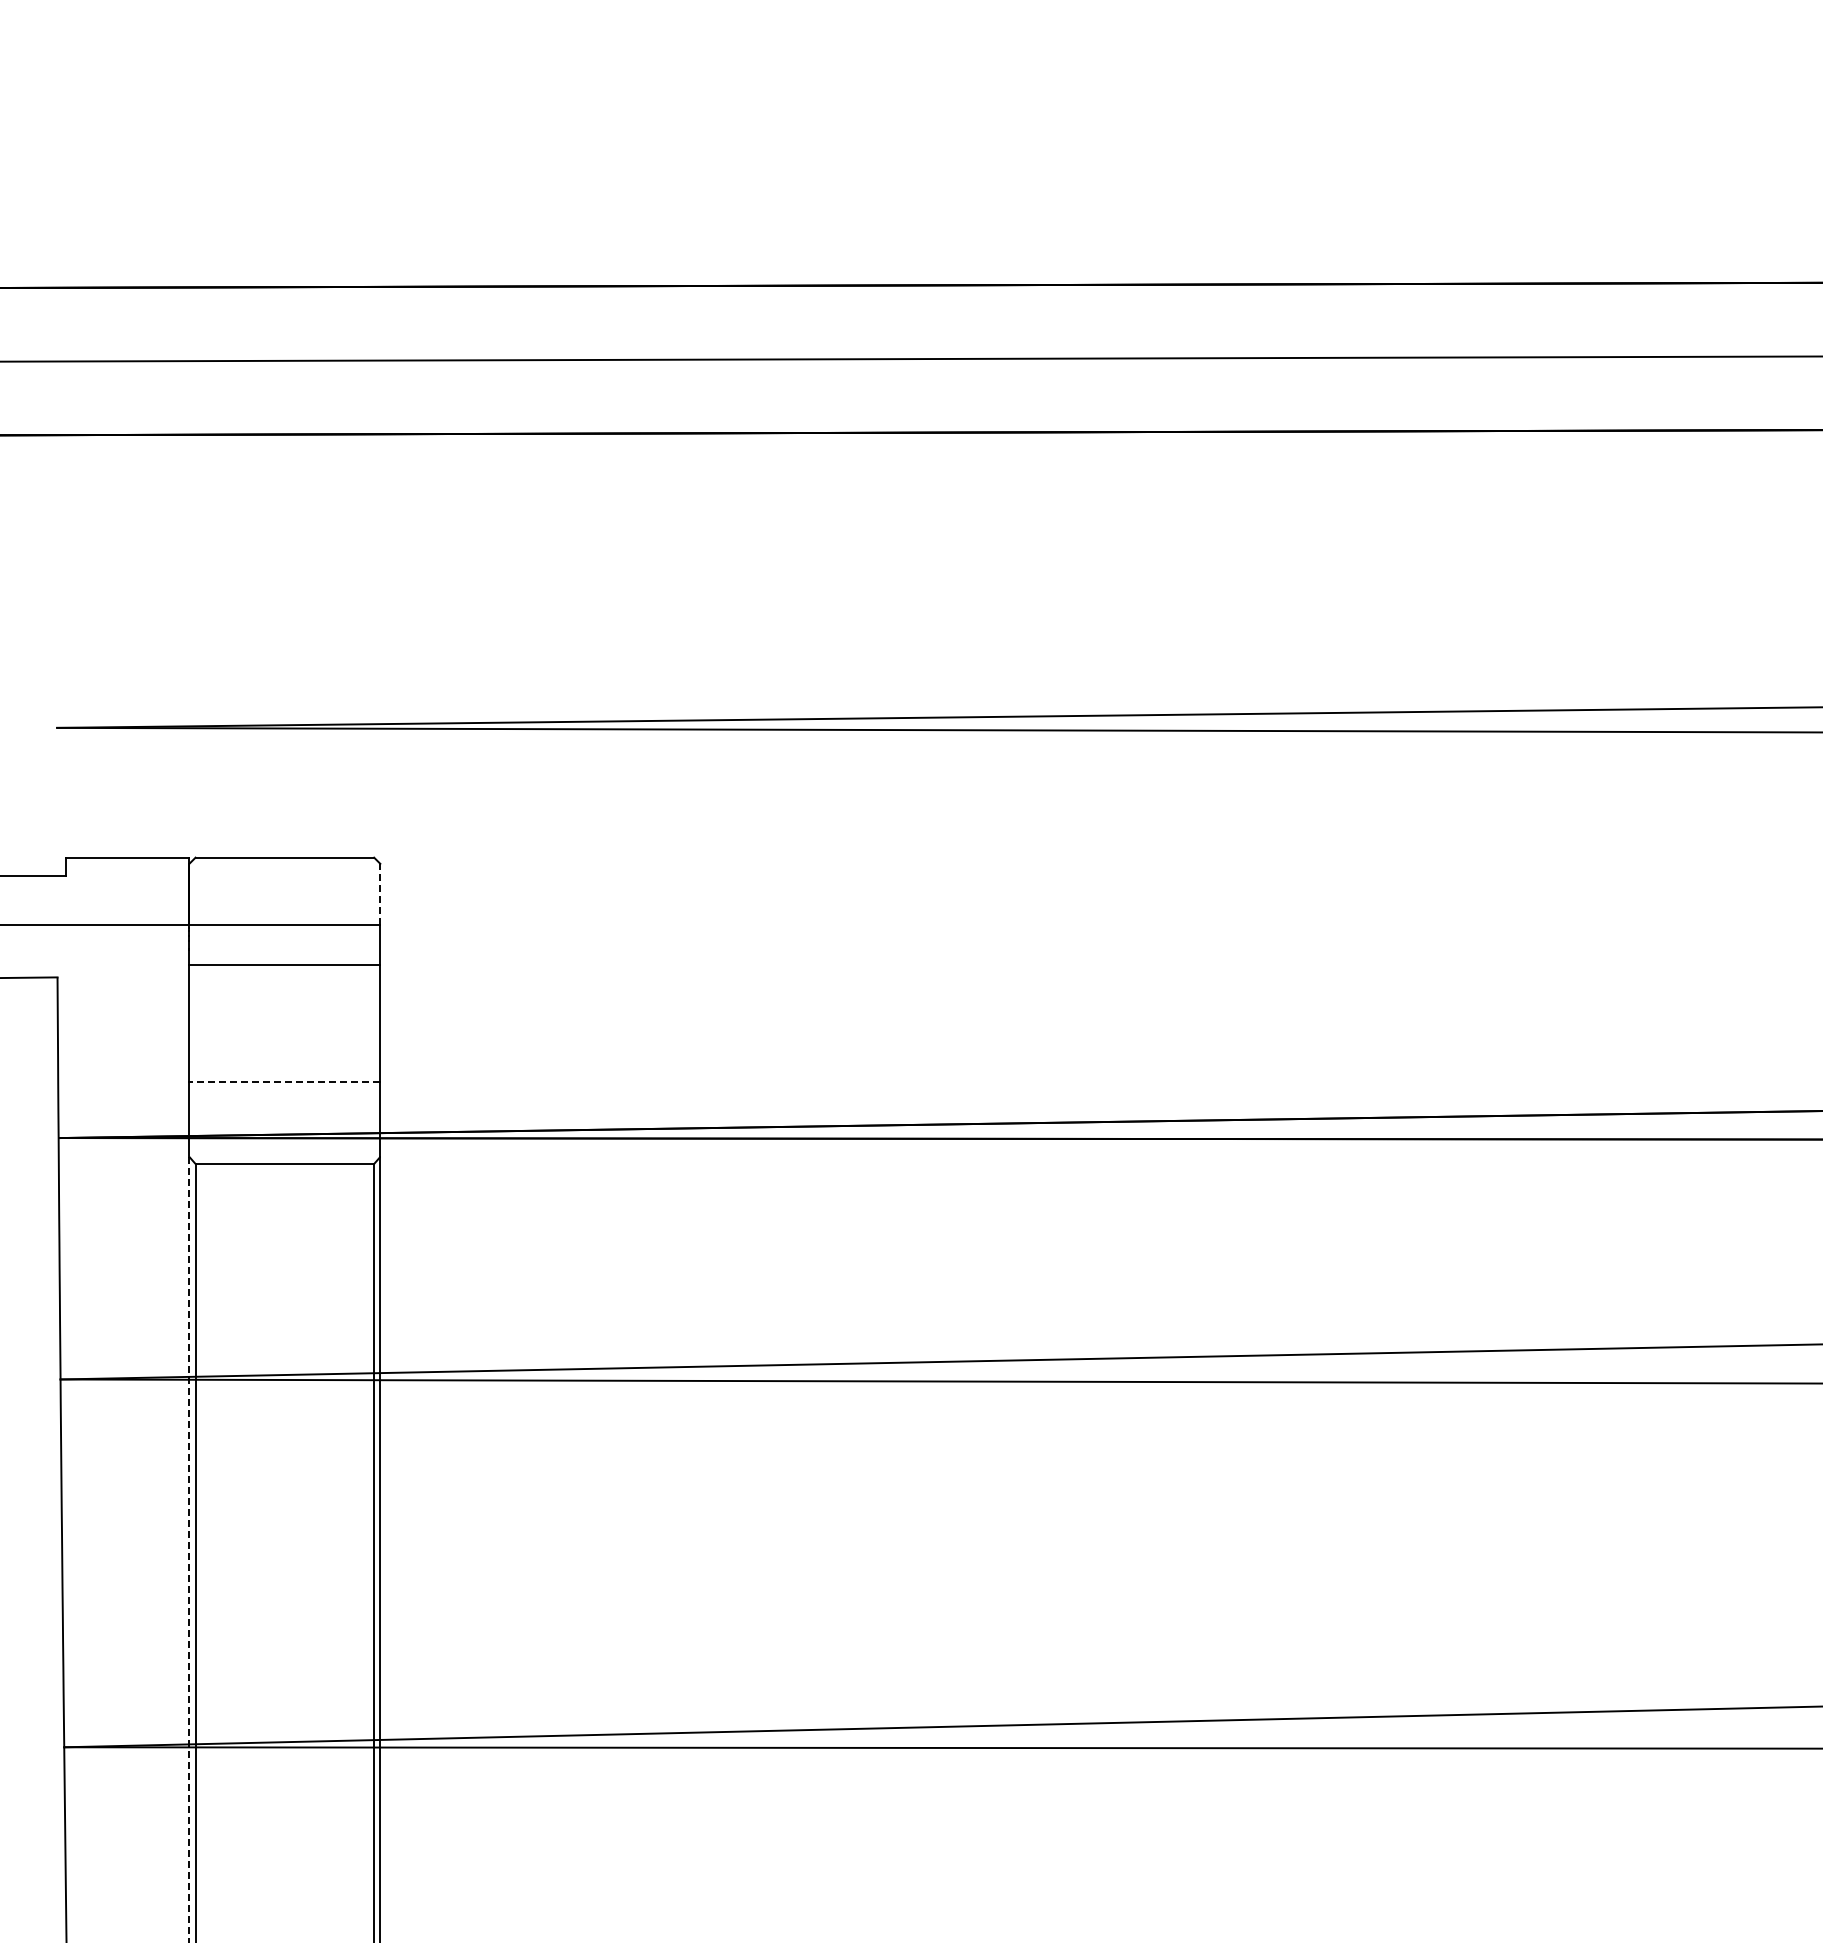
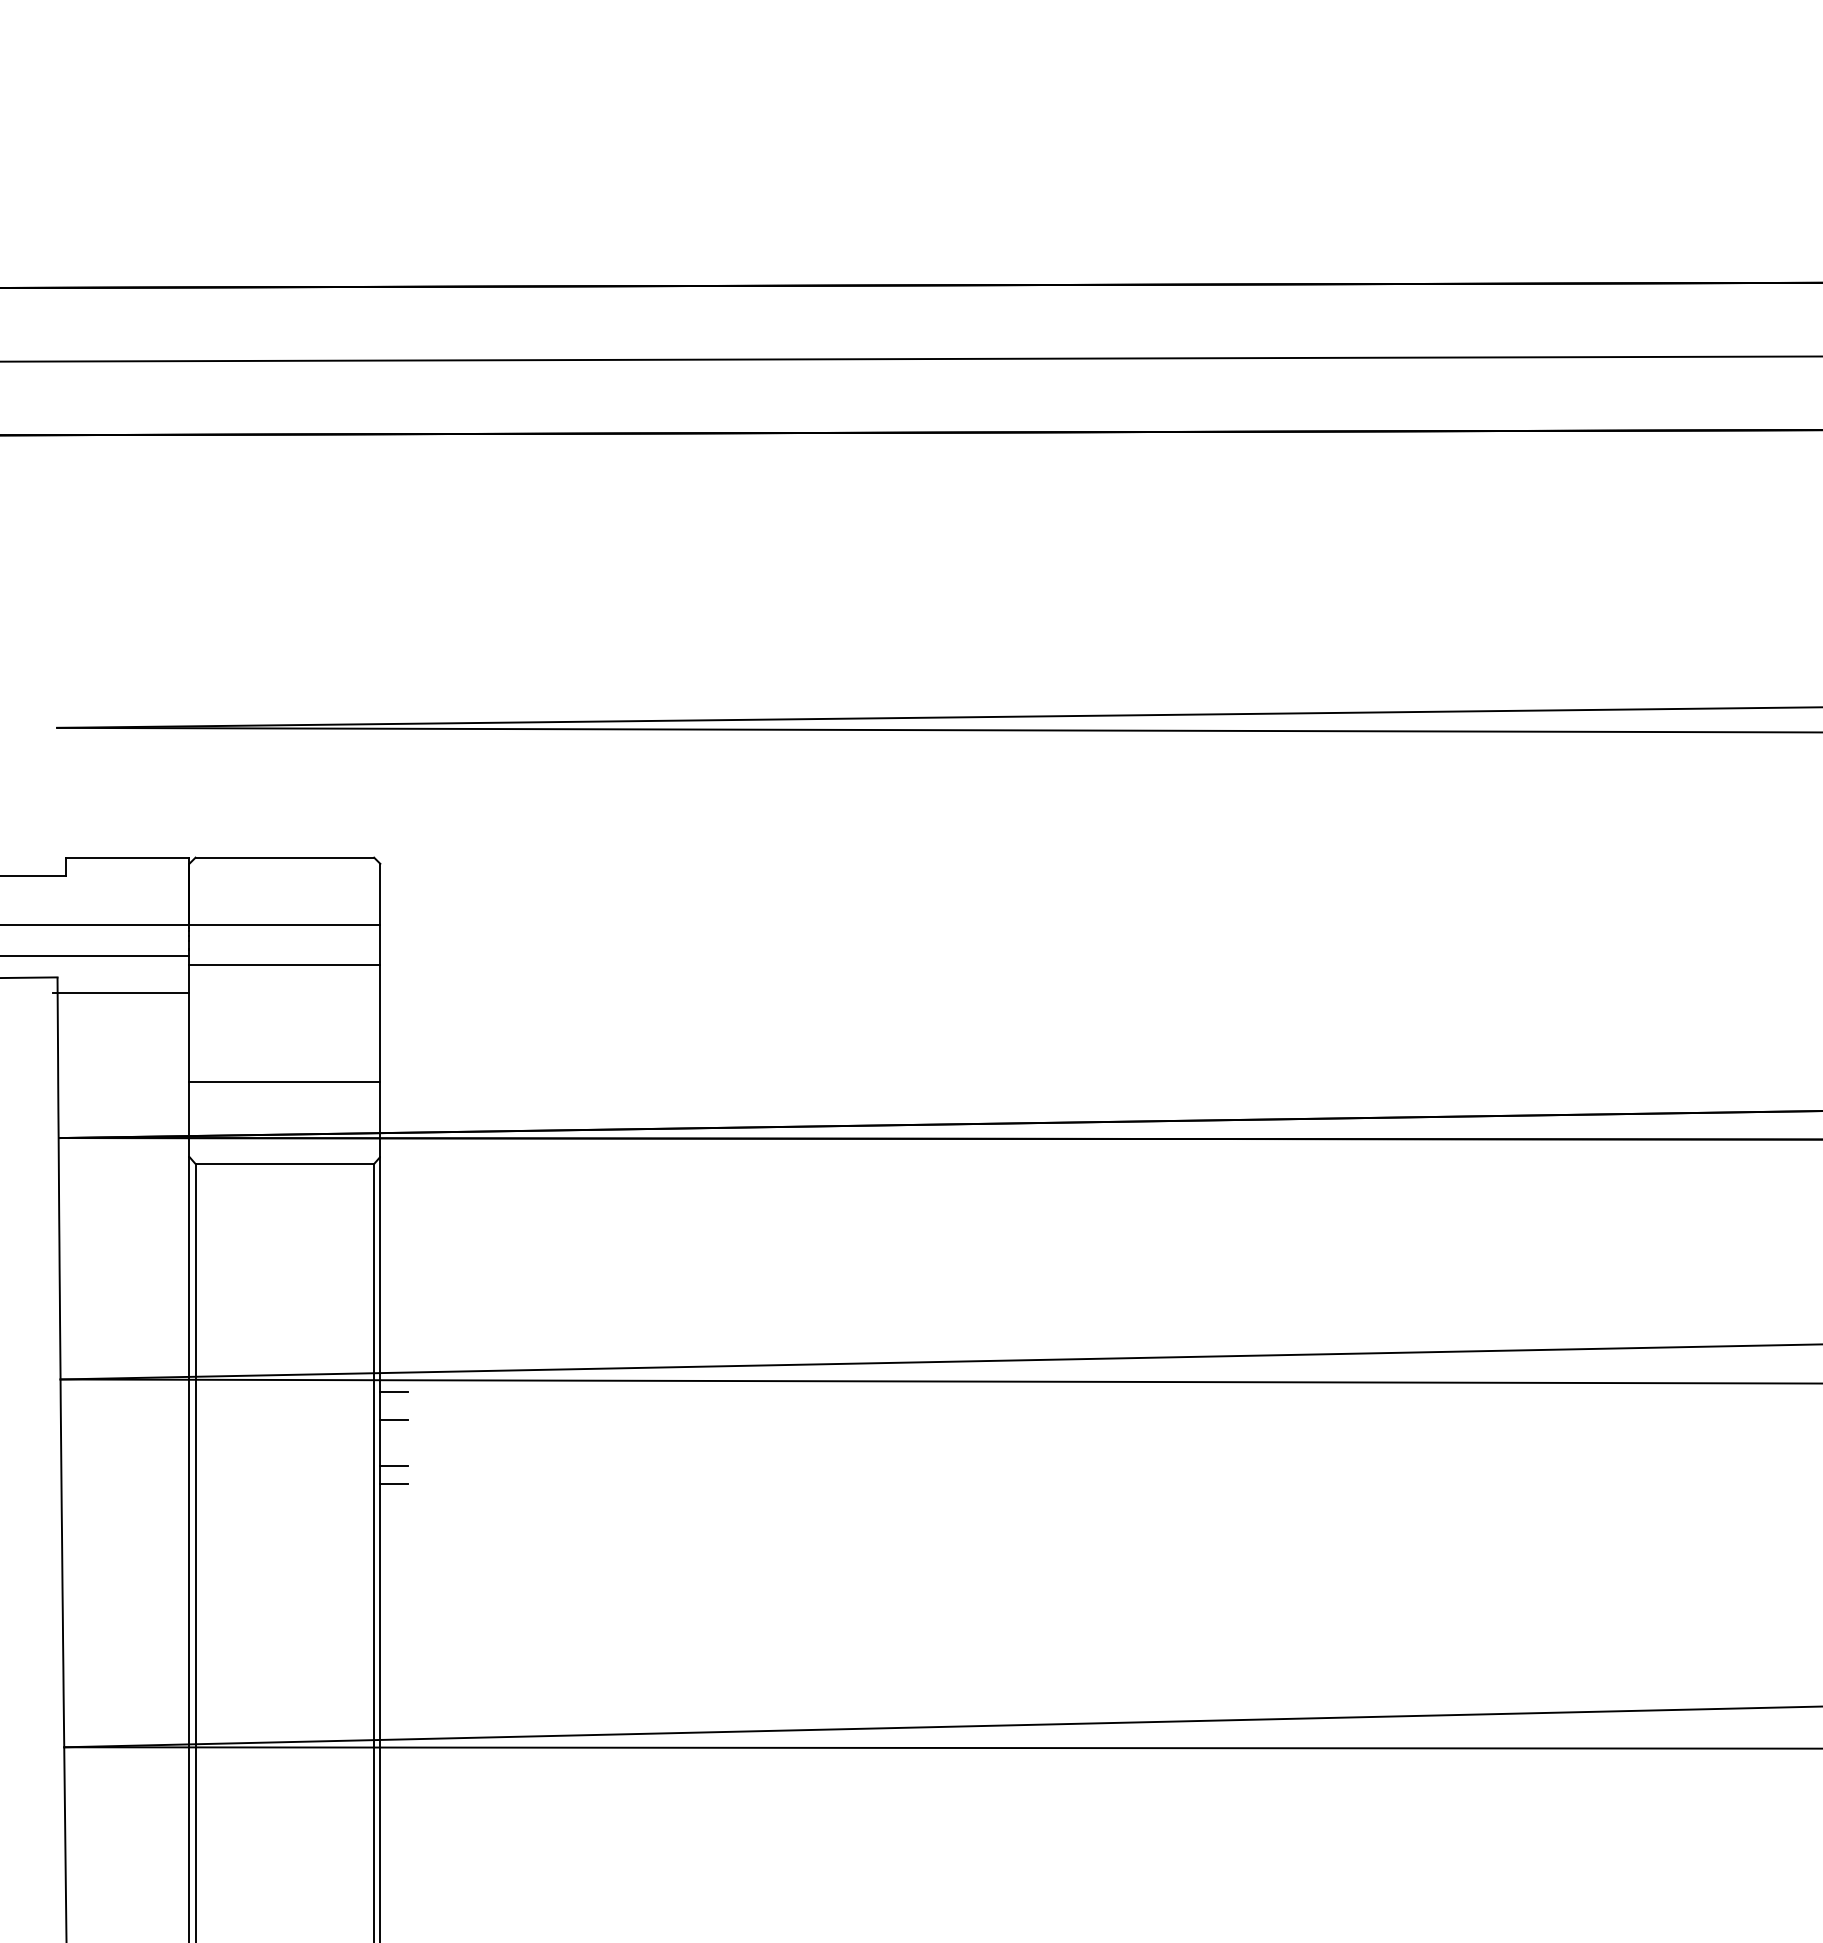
line at (380, 894): dashed -> solid
line at (95, 956): none -> present
line at (120, 993): none -> present
line at (284, 1082): dashed -> solid
line at (393, 1392): none -> present
line at (393, 1419): none -> present
line at (393, 1465): none -> present
line at (393, 1484): none -> present
line at (189, 1549): dashed -> solid
